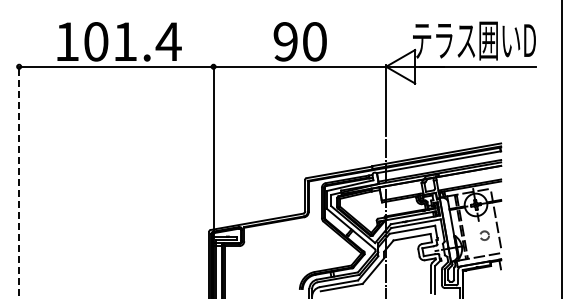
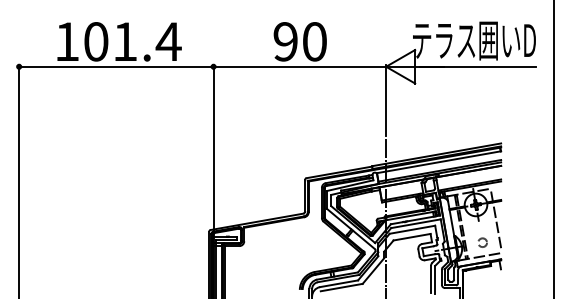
line at (561, 148) position: (561, 148) -> (553, 148)
line at (19, 181): dashed -> solid
circle at (484, 235) position: (484, 235) -> (482, 242)
